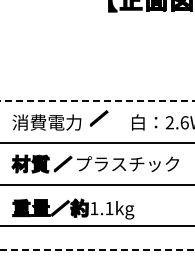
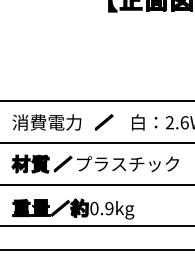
line at (97, 101): dashed -> solid
line at (98, 118) position: (98, 118) -> (103, 122)
text at (101, 208): 1.1kg -> 0.9kg
line at (97, 250): dashed -> solid
